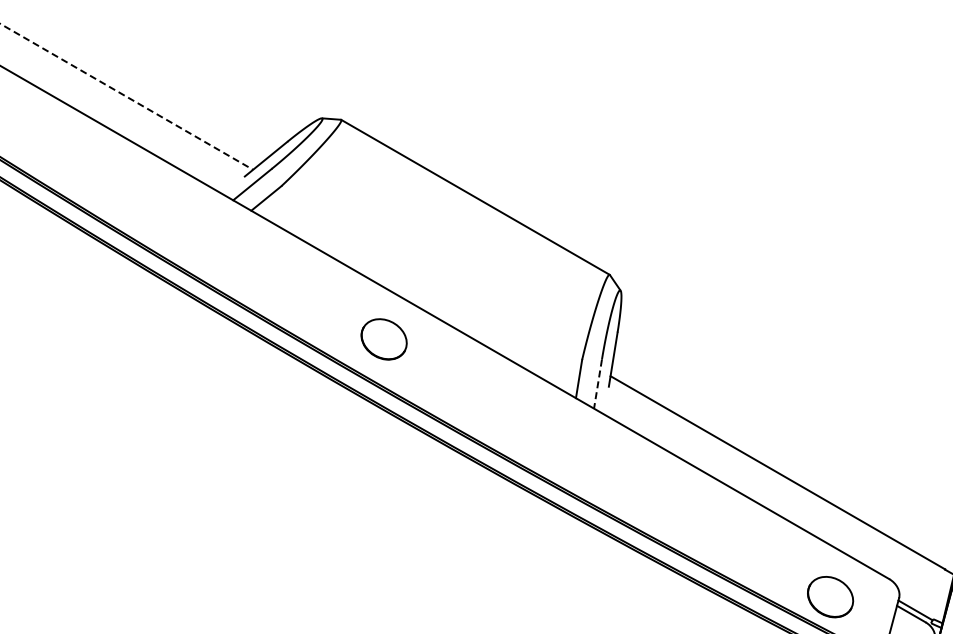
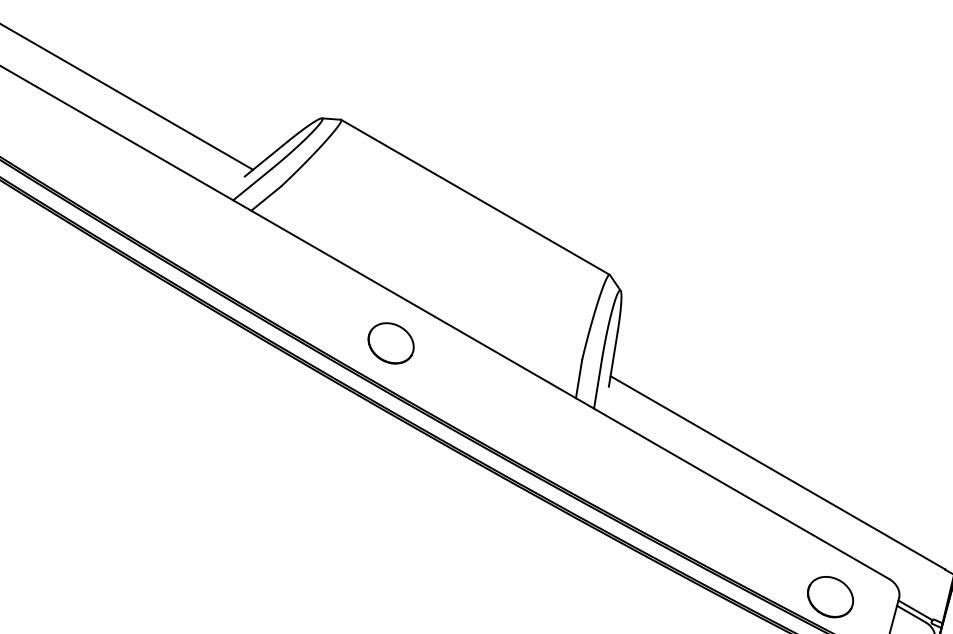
line at (126, 96): dashed -> solid
part at (383, 339) position: (383, 339) -> (390, 343)
line at (598, 384): dashed -> solid
